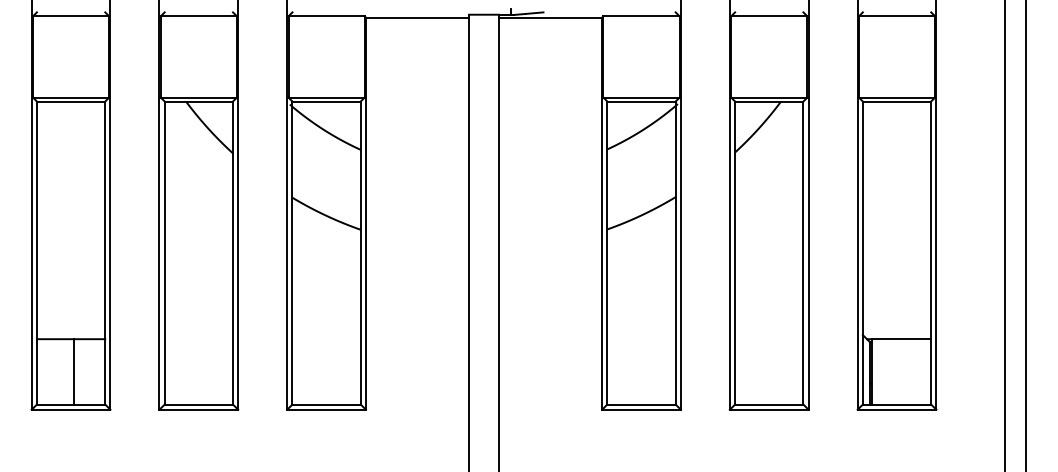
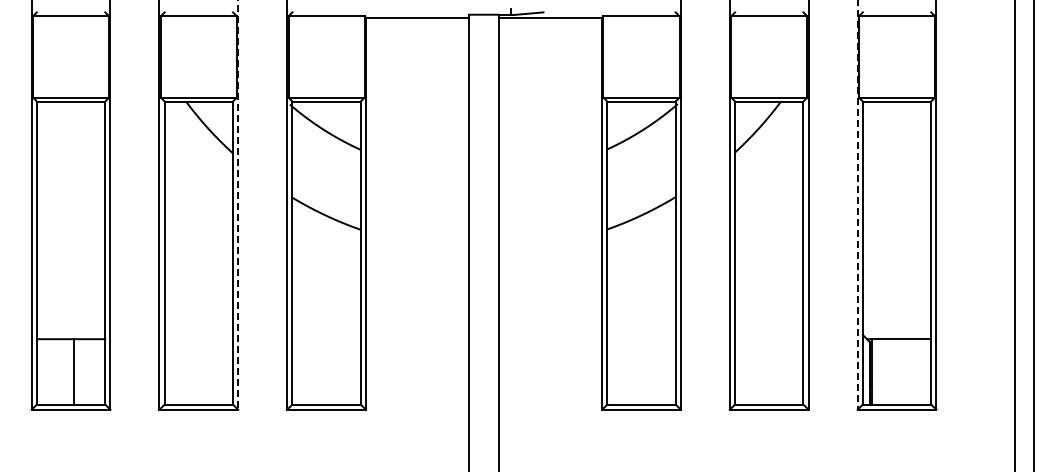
line at (238, 205): solid -> dashed
line at (857, 205): solid -> dashed
line at (1005, 235) position: (1005, 235) -> (1015, 235)
line at (1026, 235) position: (1026, 235) -> (1034, 235)
